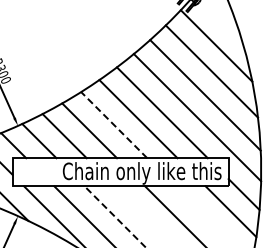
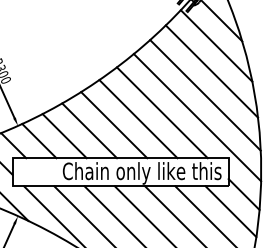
line at (222, 21): none -> present
line at (114, 125): dashed -> solid
line at (143, 215): none -> present
line at (204, 215): none -> present
line at (114, 216): dashed -> solid
